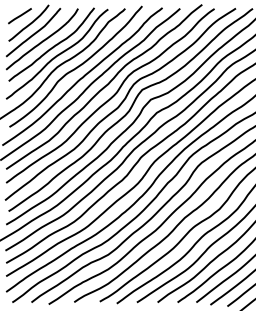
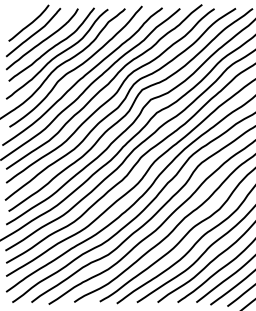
line at (19, 16): present -> none
